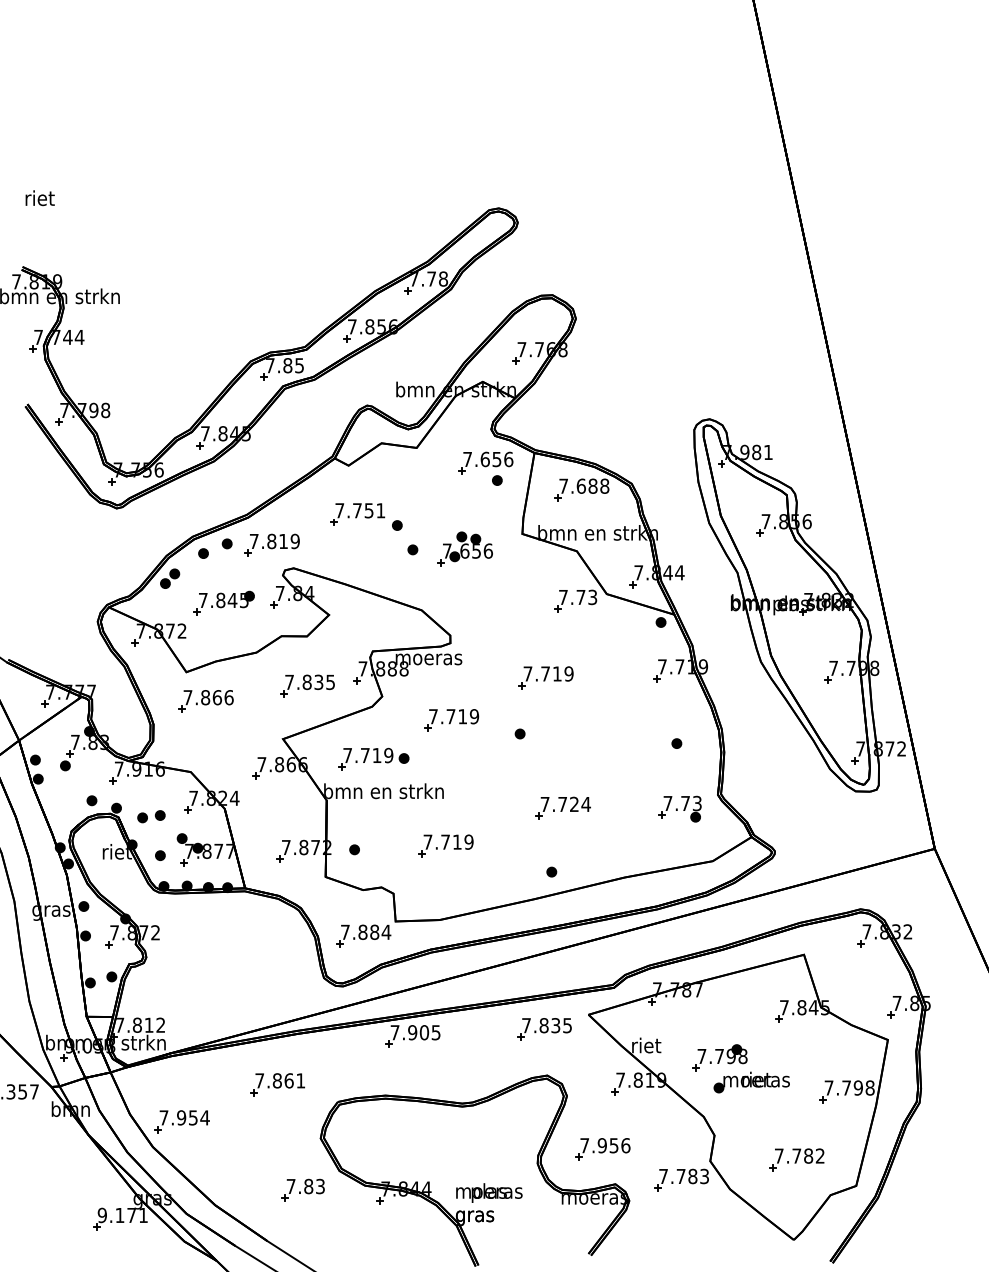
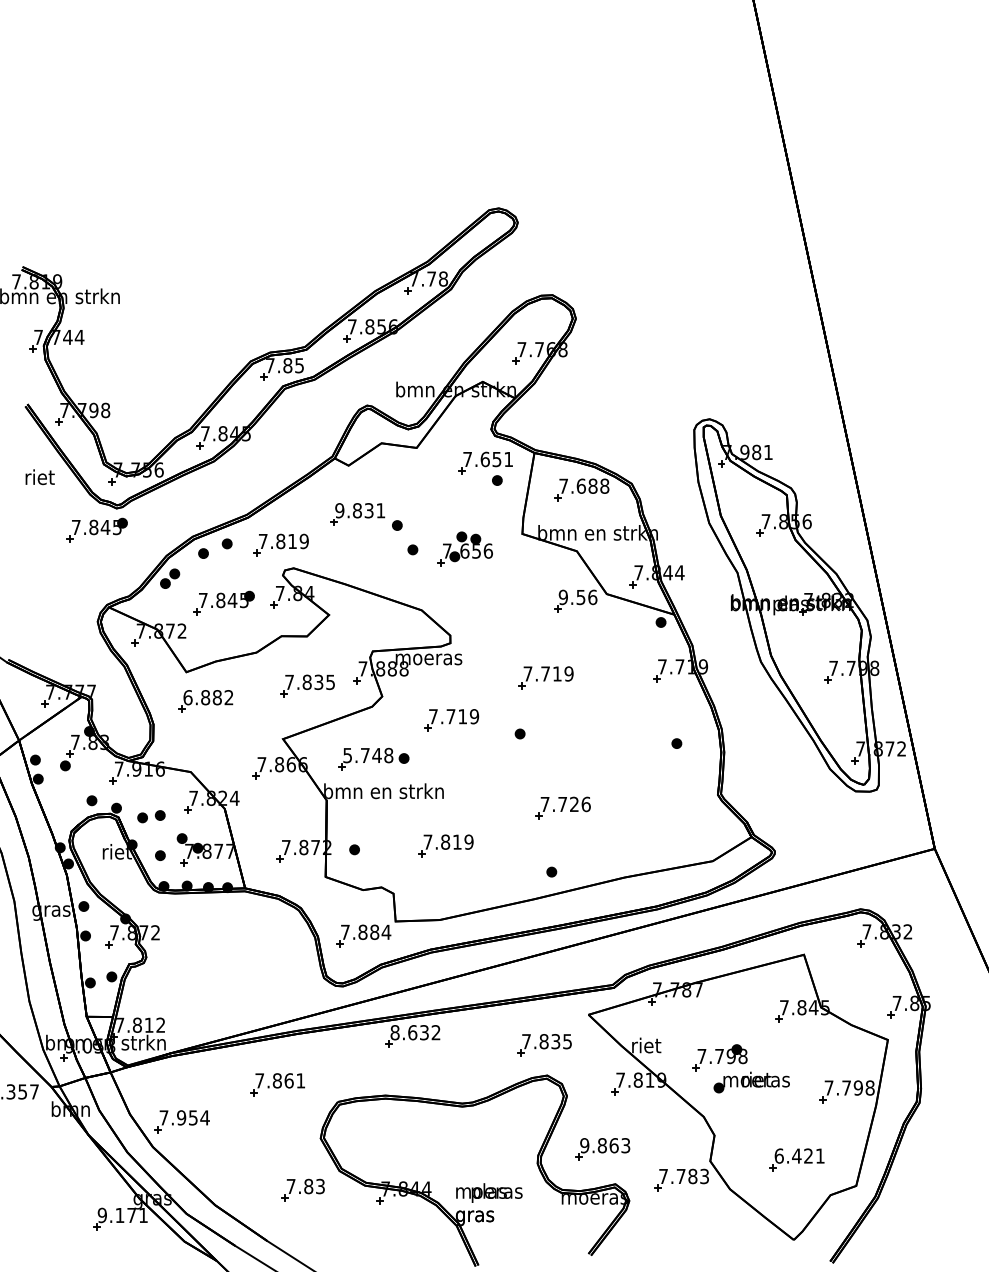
text at (39, 198) position: (39, 198) -> (39, 477)
text at (508, 459): 7.656 -> 7.651
text at (354, 510): 7.751 -> 9.831
part at (96, 529): none -> present
part at (271, 544) position: (271, 544) -> (280, 544)
text at (577, 597): 7.73 -> 9.56
text at (208, 697): 7.866 -> 6.882
text at (368, 755): 7.719 -> 5.748
text at (585, 804): 7.724 -> 7.726
part at (679, 808): present -> none
text at (445, 841): 7.719 -> 7.819
part at (544, 1029) position: (544, 1029) -> (544, 1045)
text at (415, 1032): 7.905 -> 8.632
text at (605, 1145): 7.956 -> 9.863
text at (799, 1155): 7.782 -> 6.421
